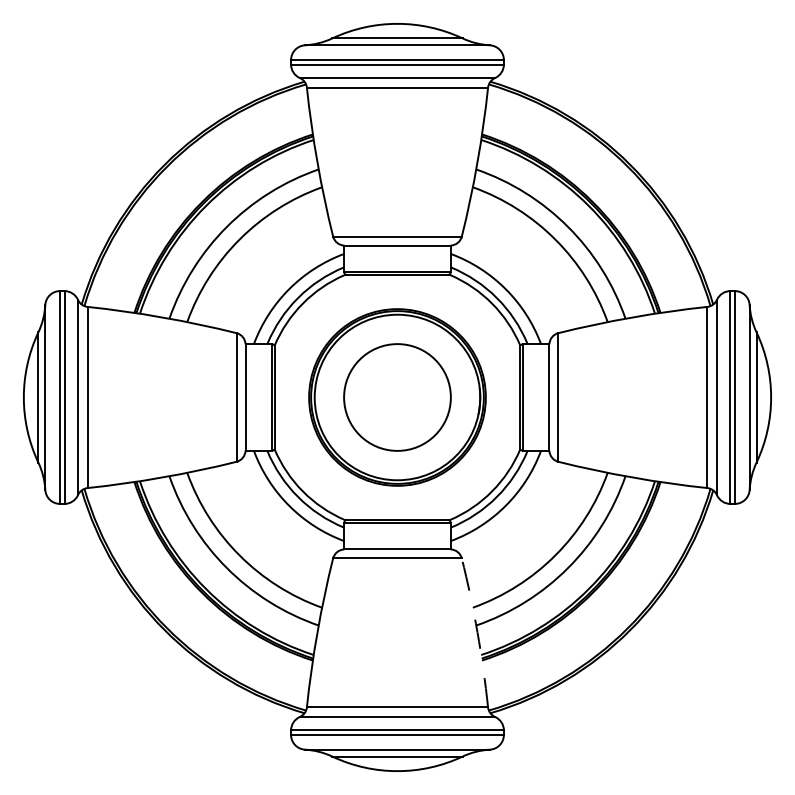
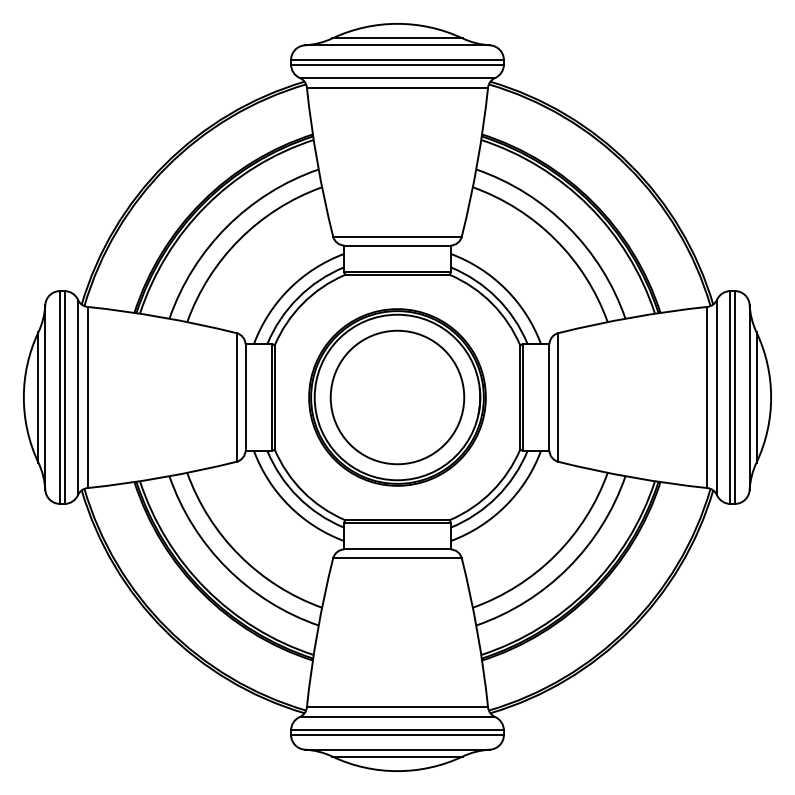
circle at (397, 397) diameter: 107 px -> 133 px
arc at (477, 632): dashed -> solid
